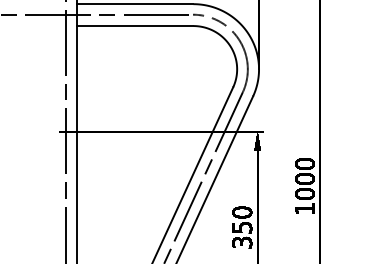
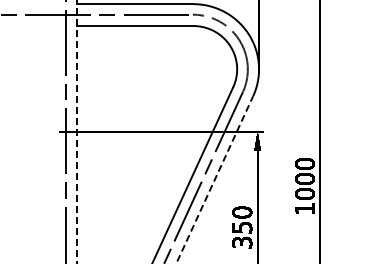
line at (77, 131): solid -> dashed
line at (214, 179): solid -> dashed
